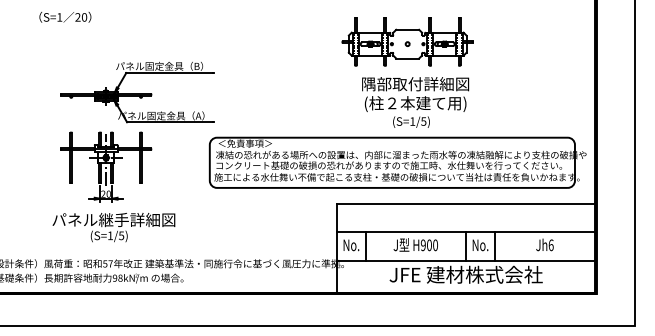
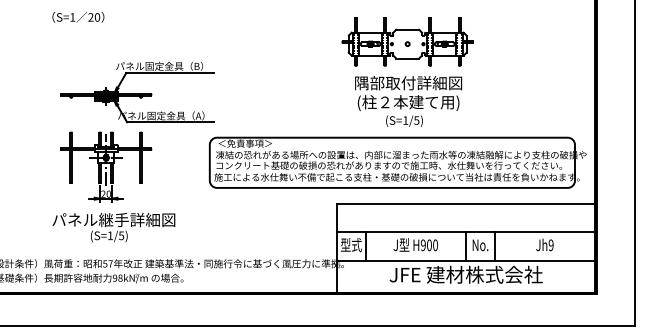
text at (65, 17) position: (65, 17) -> (78, 17)
text at (415, 102) position: (415, 102) -> (408, 101)
text at (351, 245): No. -> 型式
text at (550, 245): Jh6 -> Jh9
